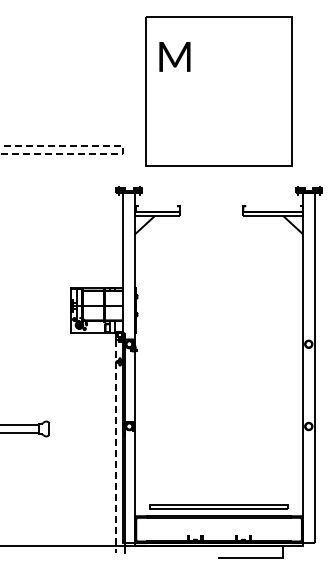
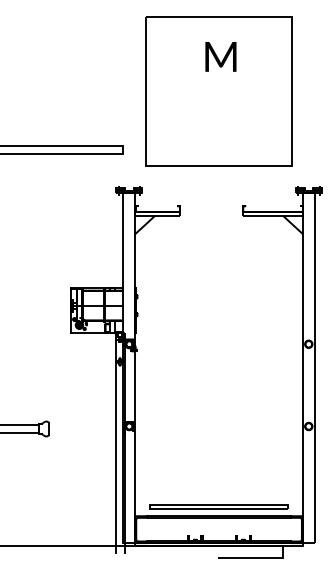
text at (174, 56) position: (174, 56) -> (220, 56)
line at (123, 149): dashed -> solid
line at (115, 446): dashed -> solid
